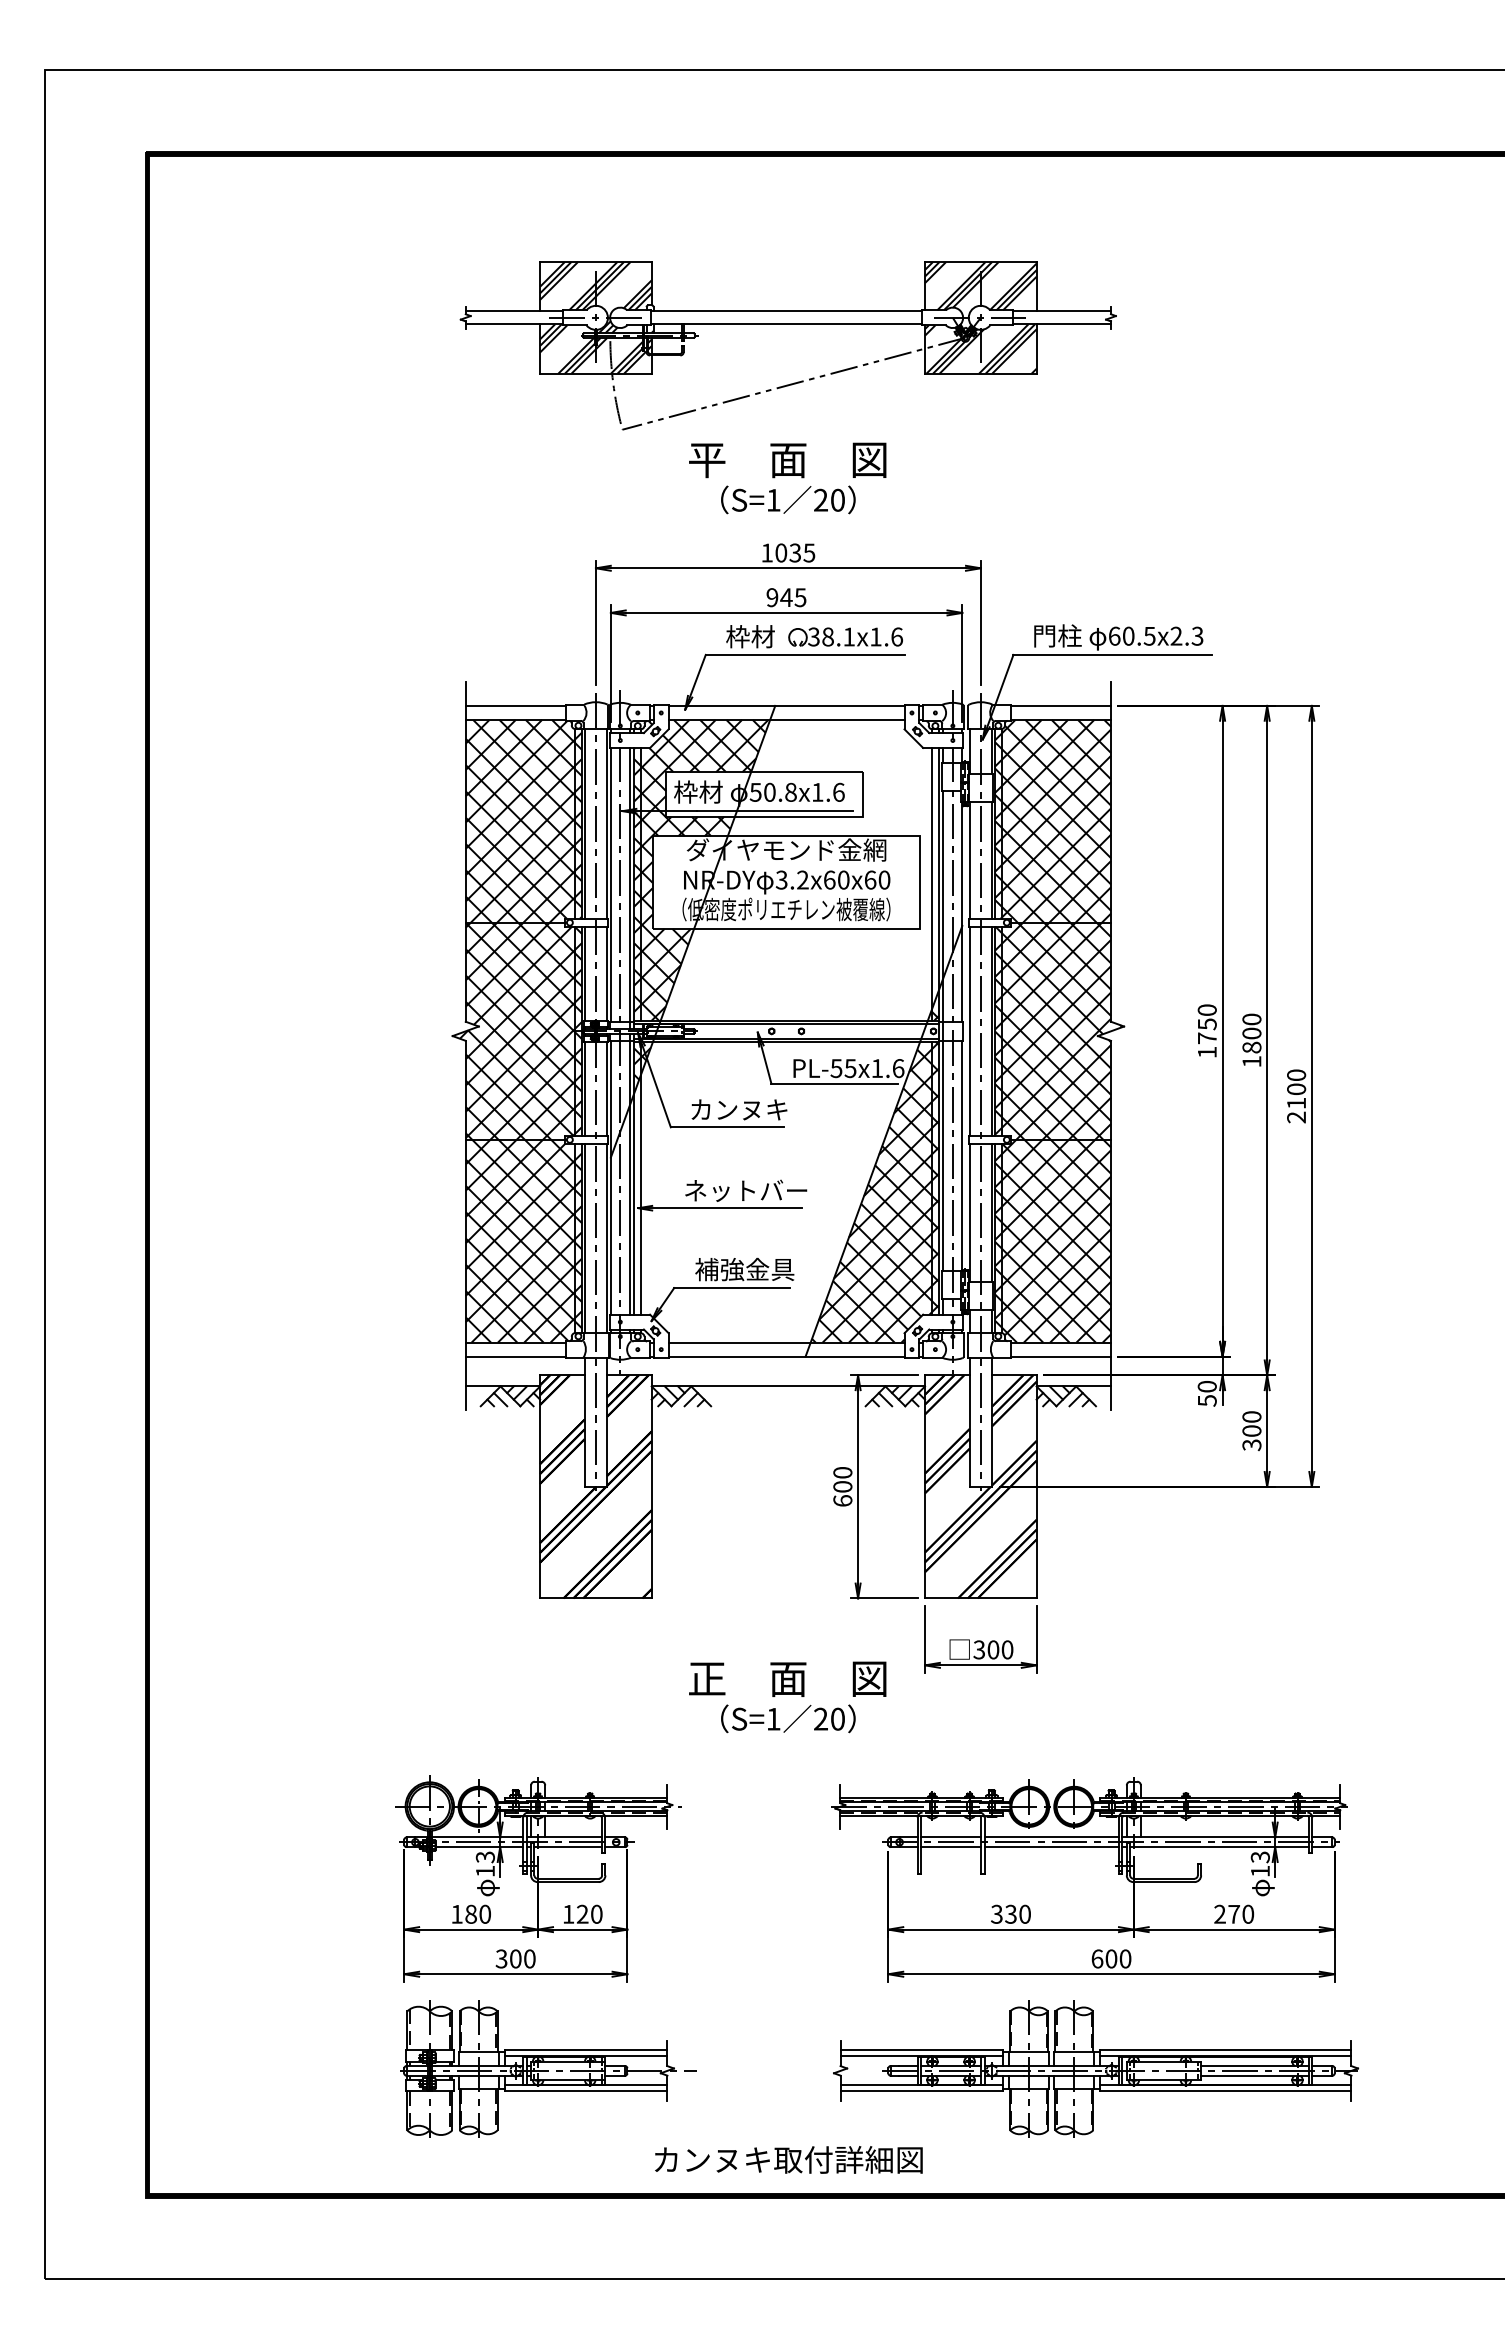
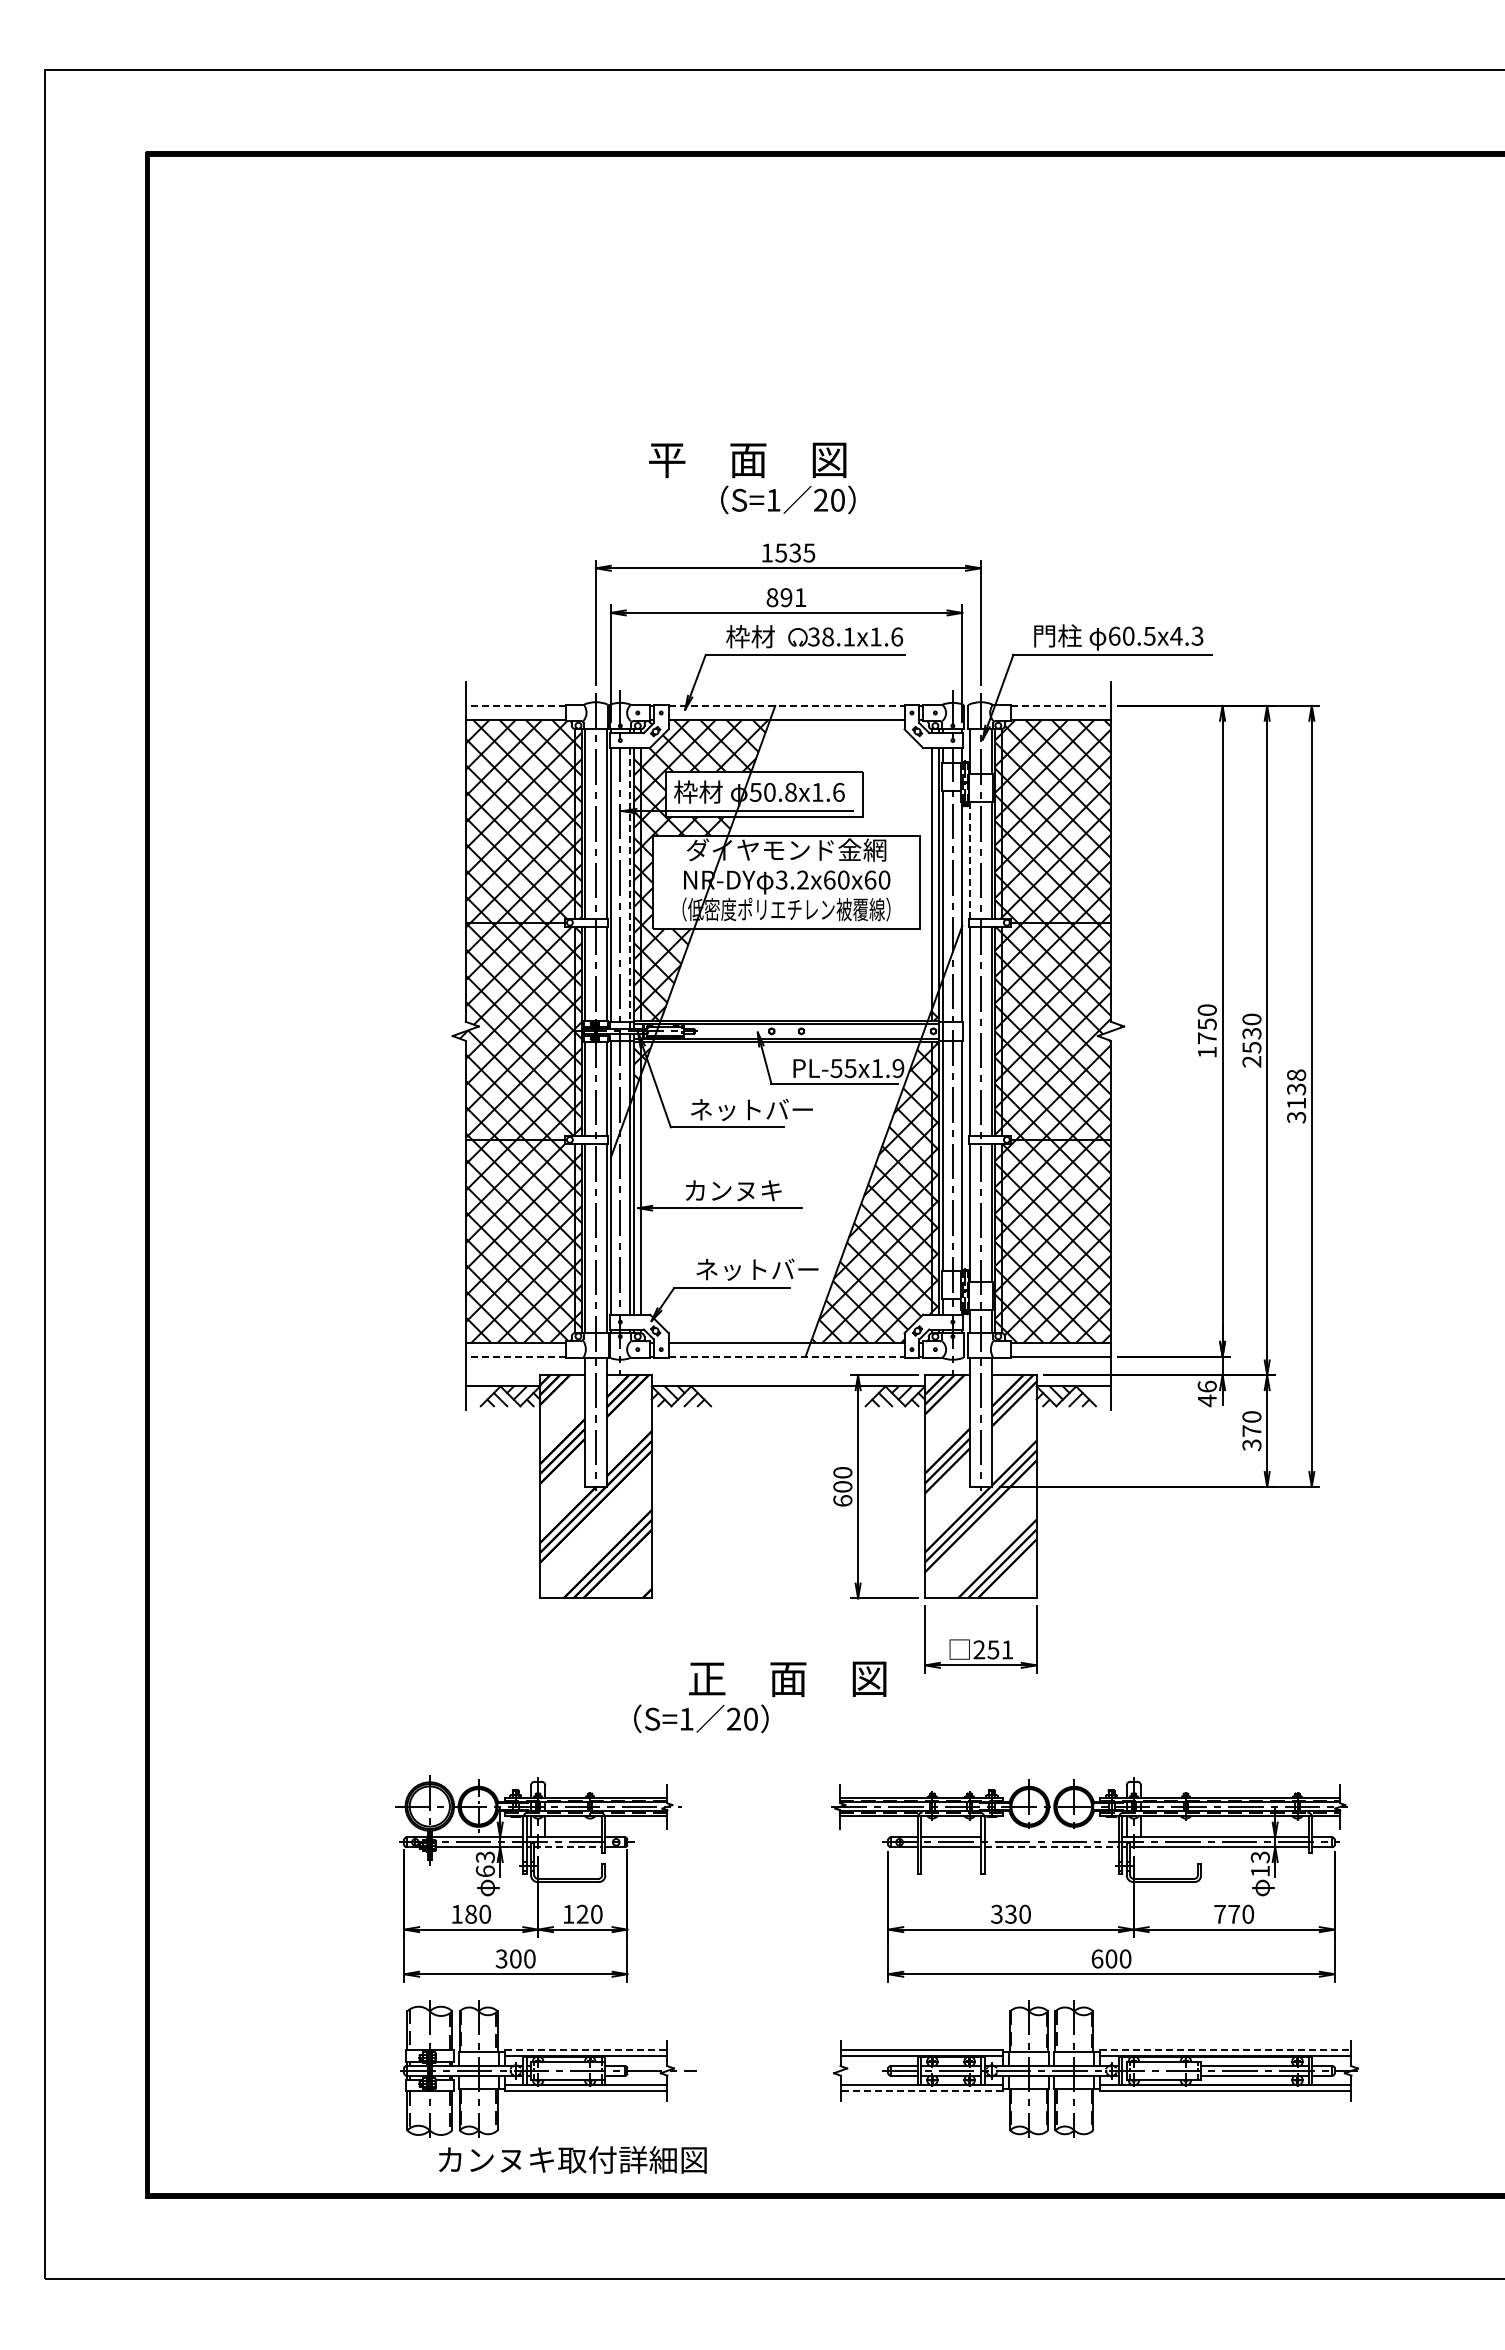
part at (787, 324): present -> none
text at (787, 460) position: (787, 460) -> (747, 460)
text at (781, 552): 1035 -> 1535
text at (786, 597): 945 -> 891
text at (1176, 635): 60.5x2.3 -> 60.5x4.3
line at (515, 705): solid -> dashed
line at (786, 705): solid -> dashed
line at (1061, 705): solid -> dashed
line at (969, 860): solid -> dashed
line at (629, 885): solid -> dashed
text at (1251, 1047): 1800 -> 2530
text at (898, 1068): PL-55x1.6 -> PL-55x1.9
text at (1296, 1096): 2100 -> 3138
text at (751, 1109): カンヌキ -> ネットバー
text at (746, 1190): ネットバー -> カンヌキ
text at (756, 1269): 補強金具 -> ネットバー
line at (515, 1356): solid -> dashed
line at (786, 1356): solid -> dashed
text at (1206, 1393): 50 -> 46
text at (1251, 1430): 300 -> 370
text at (993, 1649): 300 -> 251
text at (788, 1718) position: (788, 1718) -> (701, 1718)
line at (1051, 1837): present -> none
line at (568, 1847): solid -> dashed
line at (1052, 1847): solid -> dashed
text at (484, 1870): 13 -> 63
text at (1219, 1913): 270 -> 770
line at (586, 2050): solid -> dashed
line at (1225, 2050): solid -> dashed
line at (921, 2091): solid -> dashed
text at (788, 2159) position: (788, 2159) -> (572, 2159)
